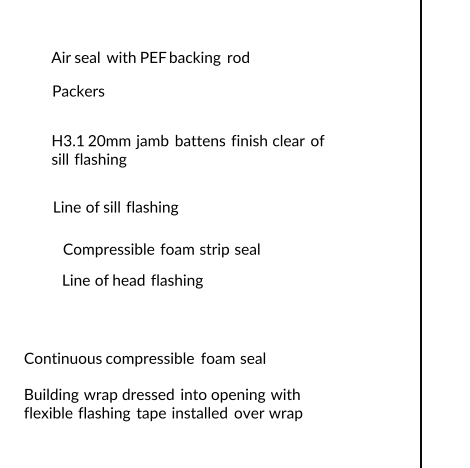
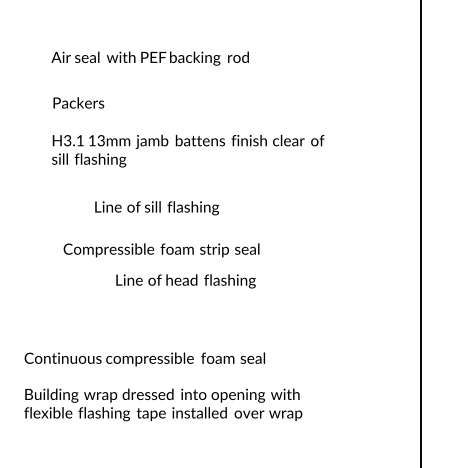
text at (78, 90) position: (78, 90) -> (78, 102)
text at (96, 140): 20mm -> 13mm
text at (116, 208) position: (116, 208) -> (157, 208)
text at (132, 281) position: (132, 281) -> (185, 281)
